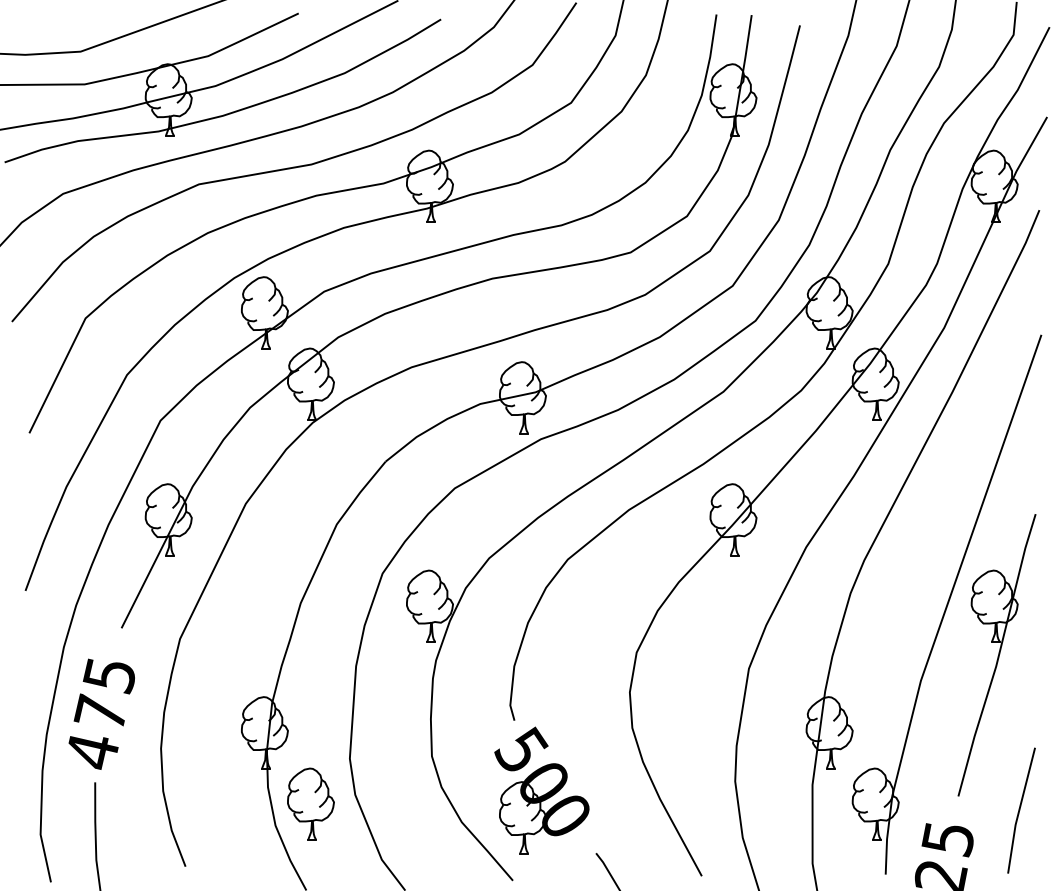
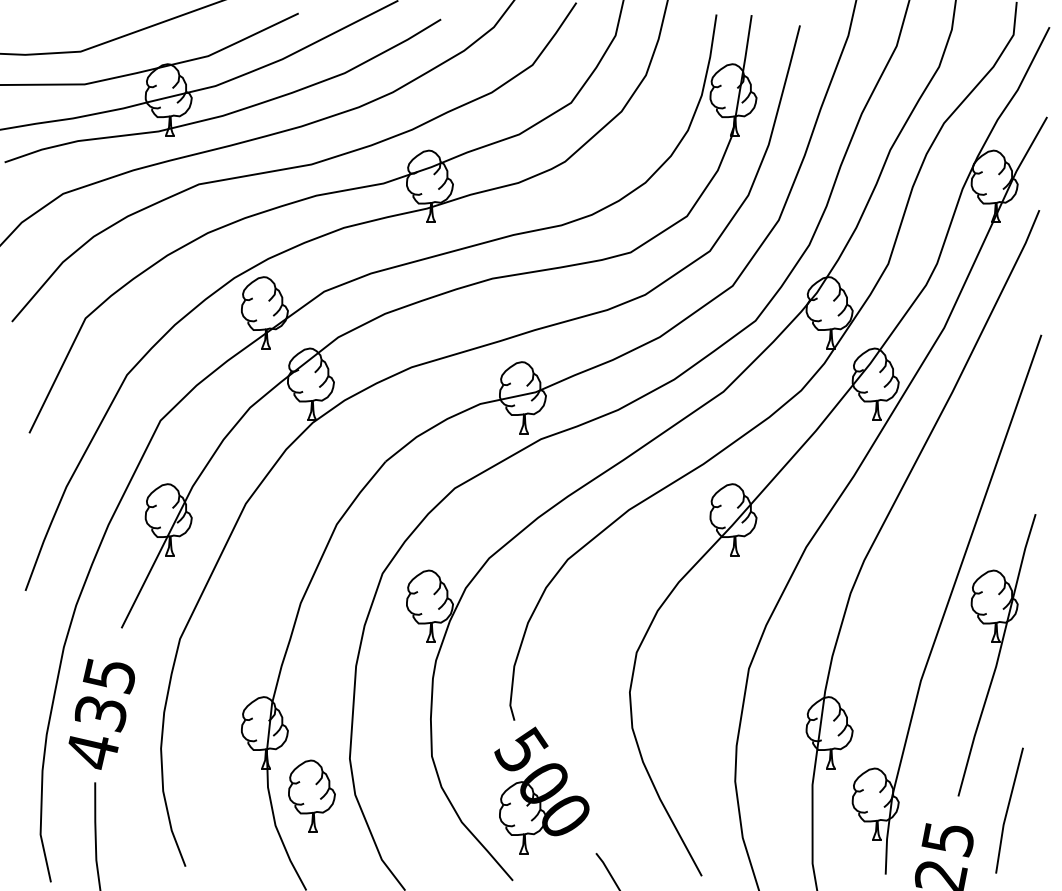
text at (99, 712): 475 -> 435
part at (310, 803) position: (310, 803) -> (311, 795)
line at (1020, 810) position: (1020, 810) -> (1008, 810)
